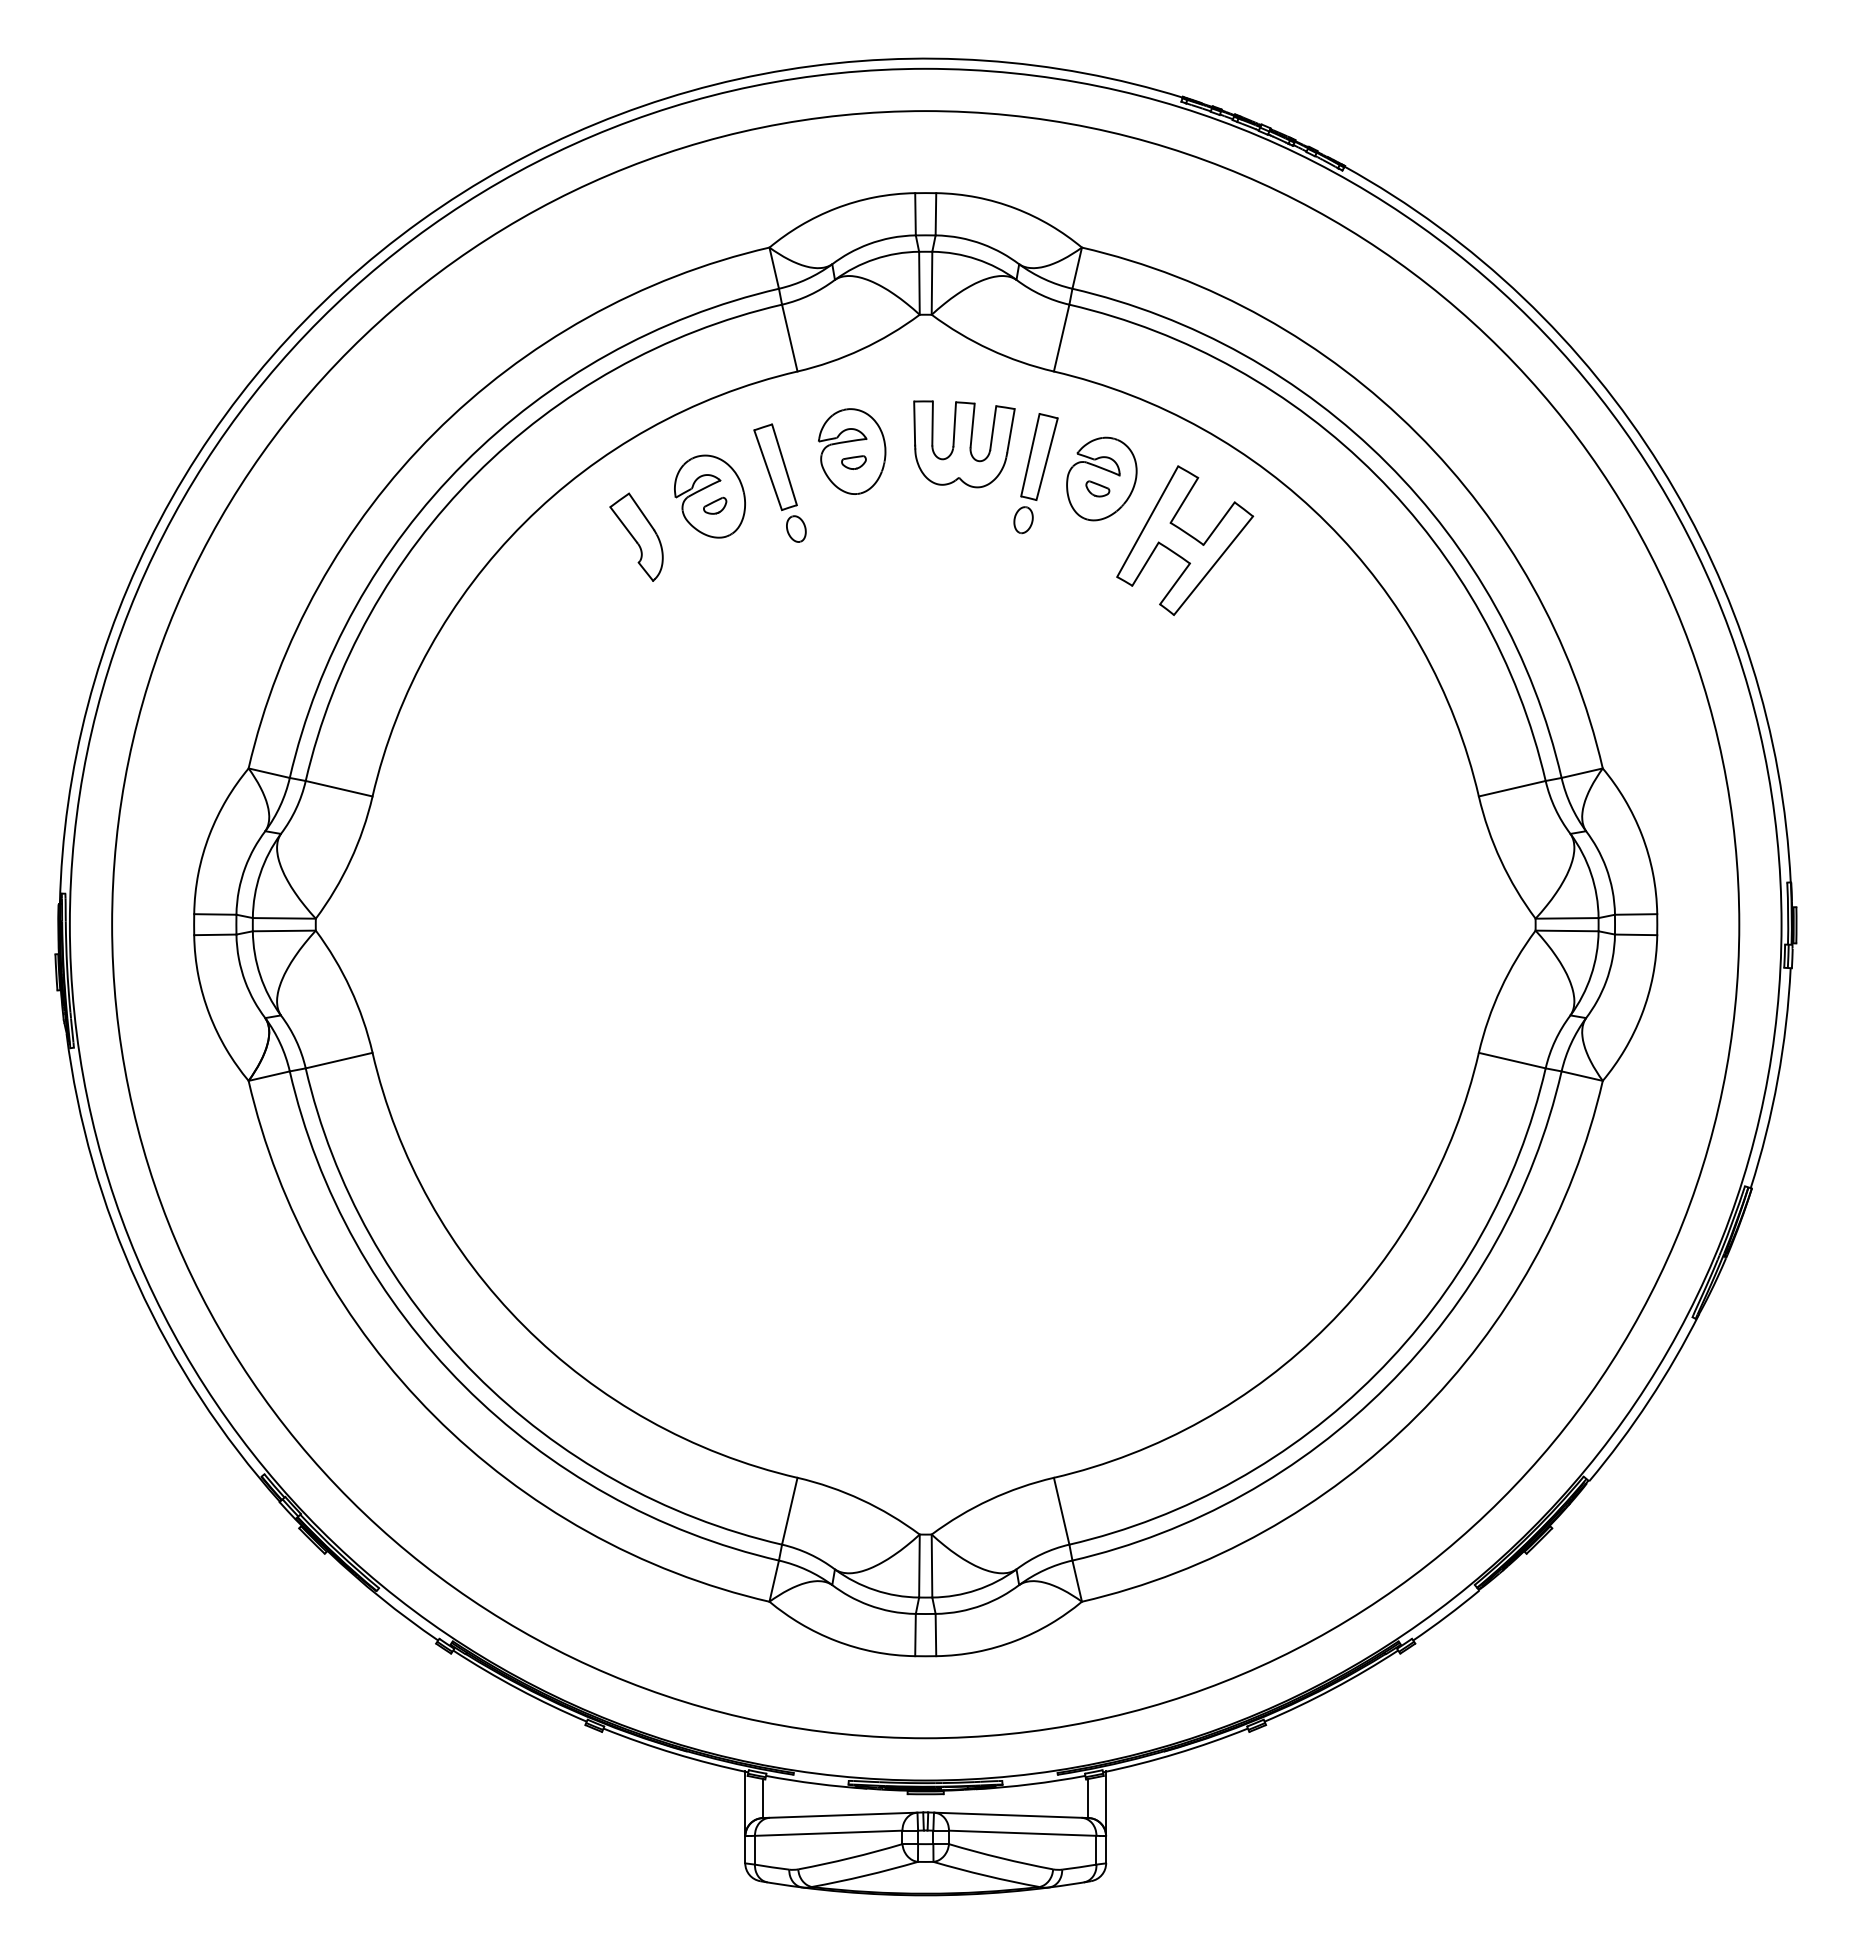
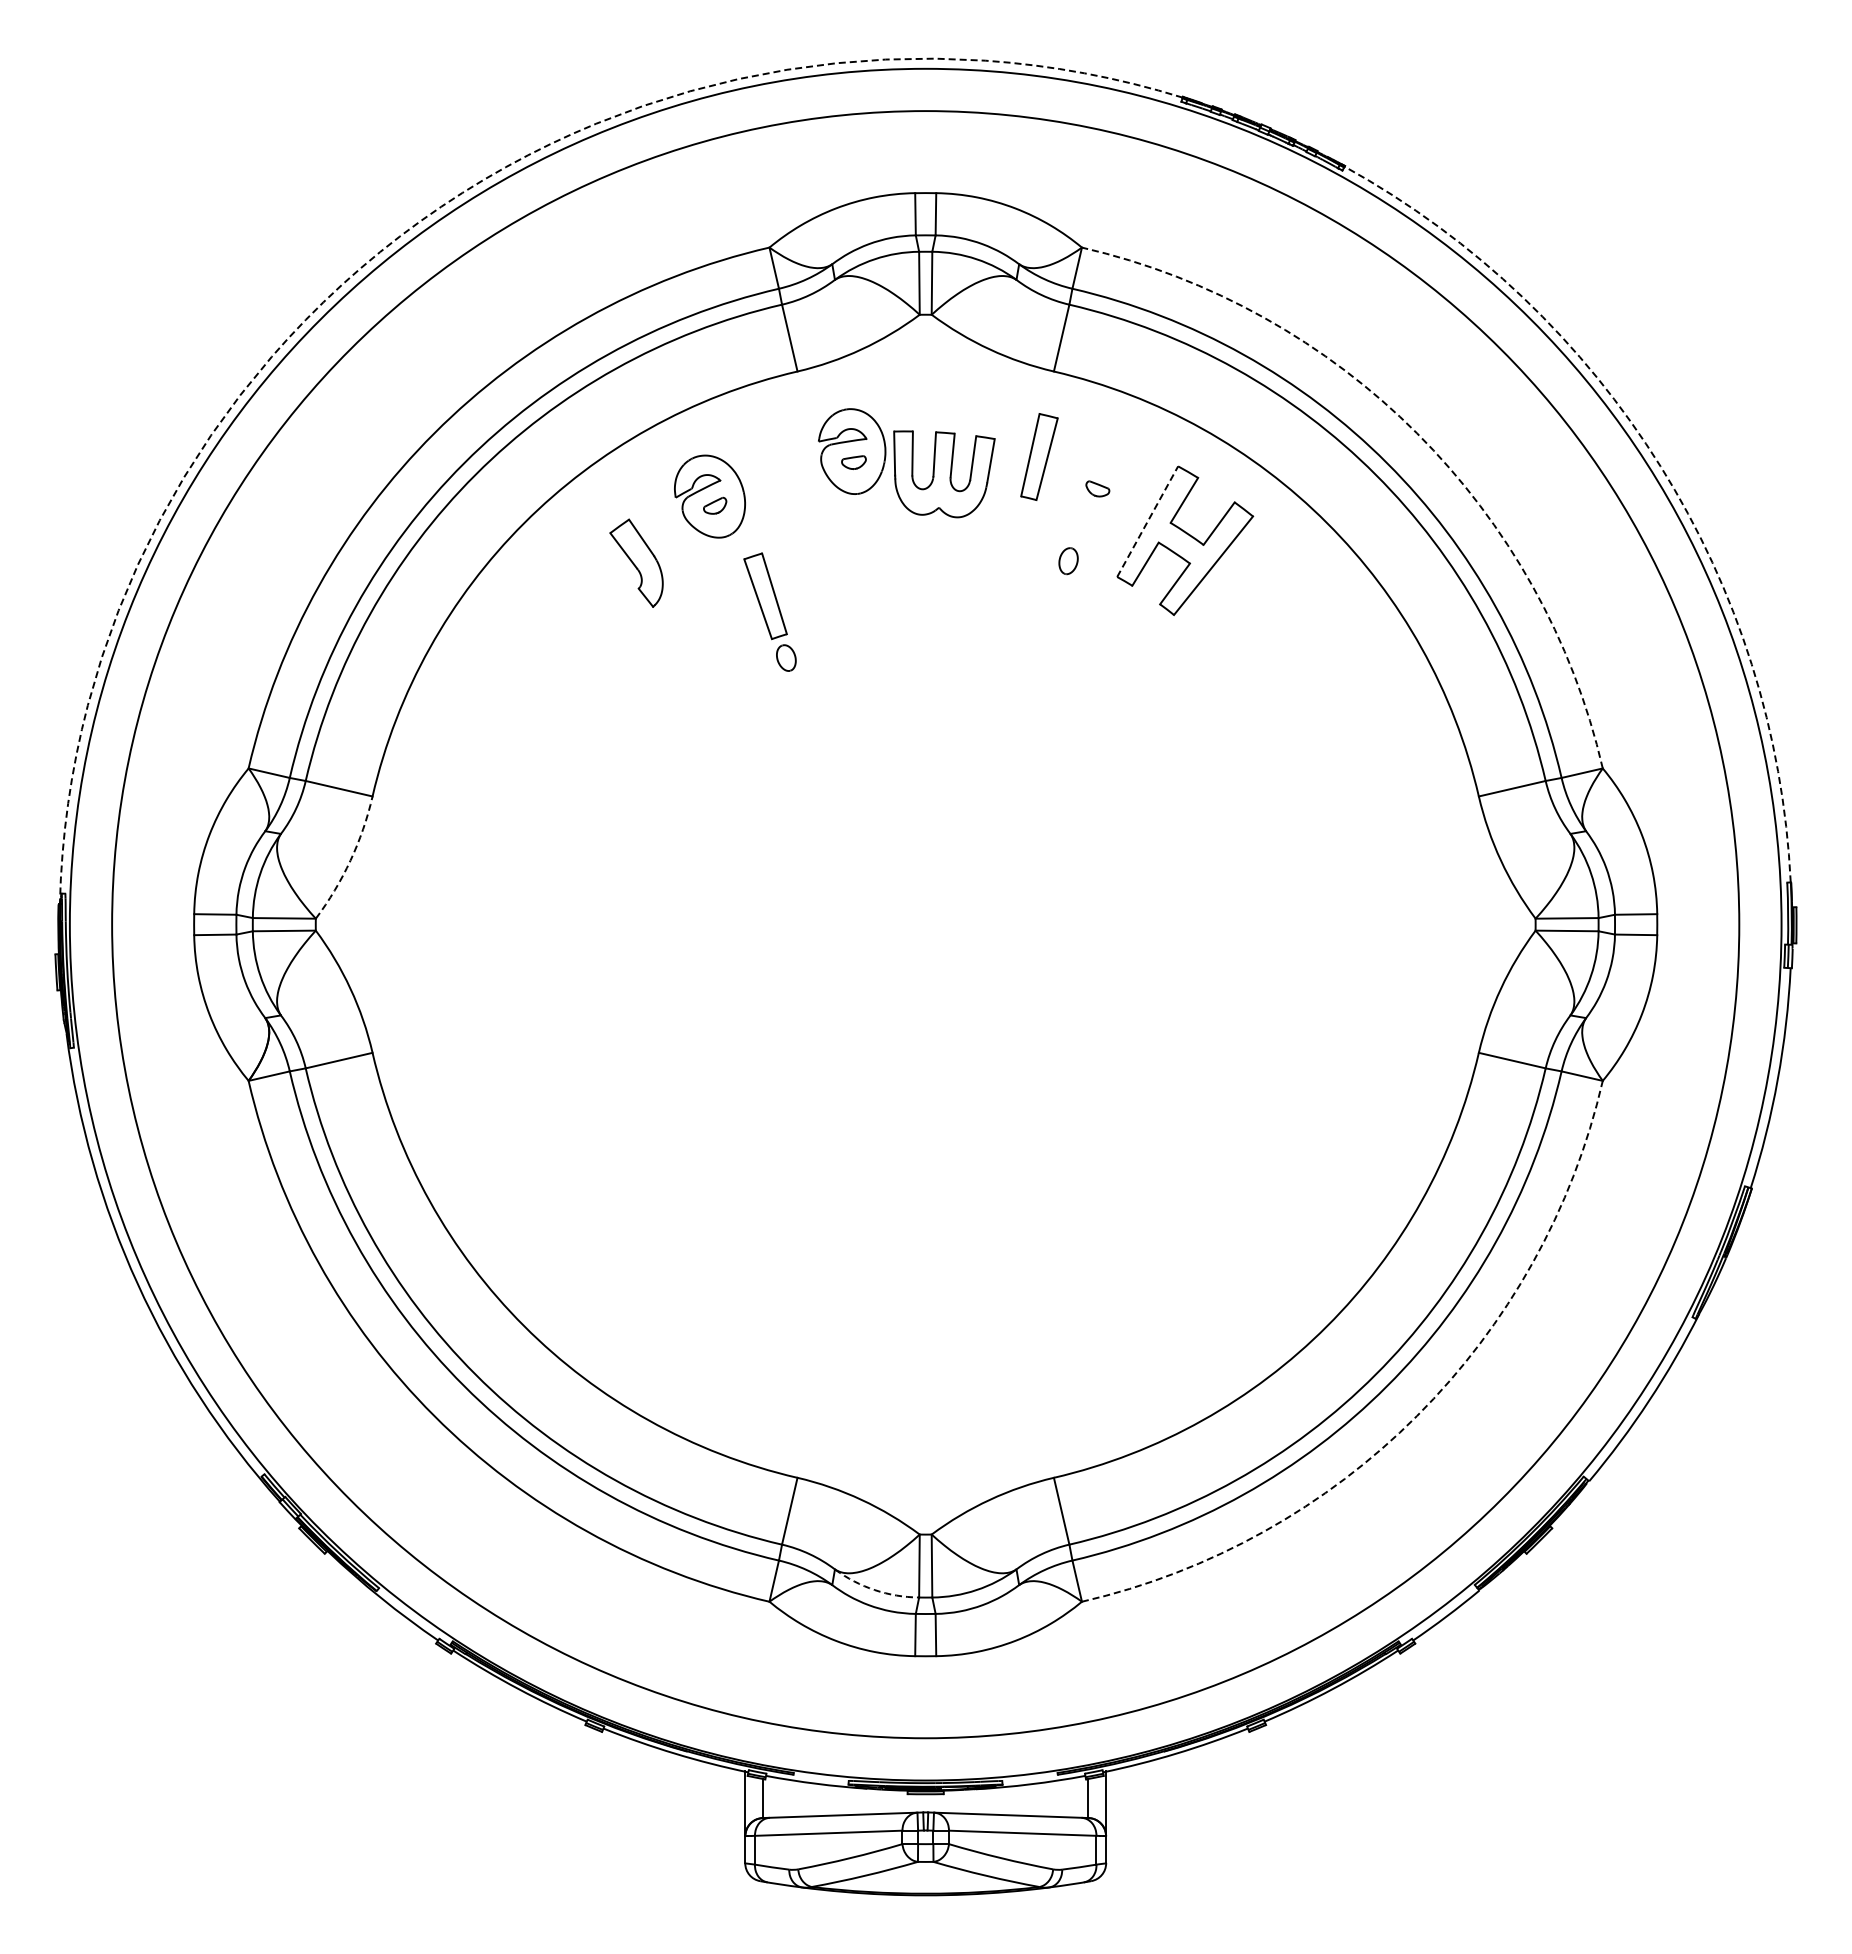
arc at (420, 221): solid -> dashed
arc at (1417, 433): solid -> dashed
part at (964, 444) position: (964, 444) -> (944, 474)
arc at (1660, 466): solid -> dashed
part at (1101, 478): present -> none
part at (779, 482) position: (779, 482) -> (769, 611)
part at (1023, 520) position: (1023, 520) -> (1068, 561)
line at (1147, 521): solid -> dashed
part at (636, 536) position: (636, 536) -> (636, 562)
arc at (350, 860): solid -> dashed
arc at (1417, 1416): solid -> dashed
arc at (874, 1590): solid -> dashed
